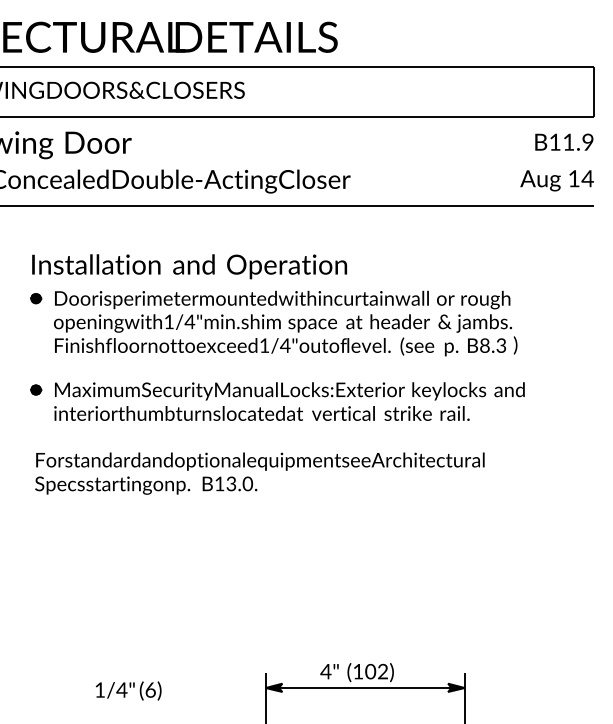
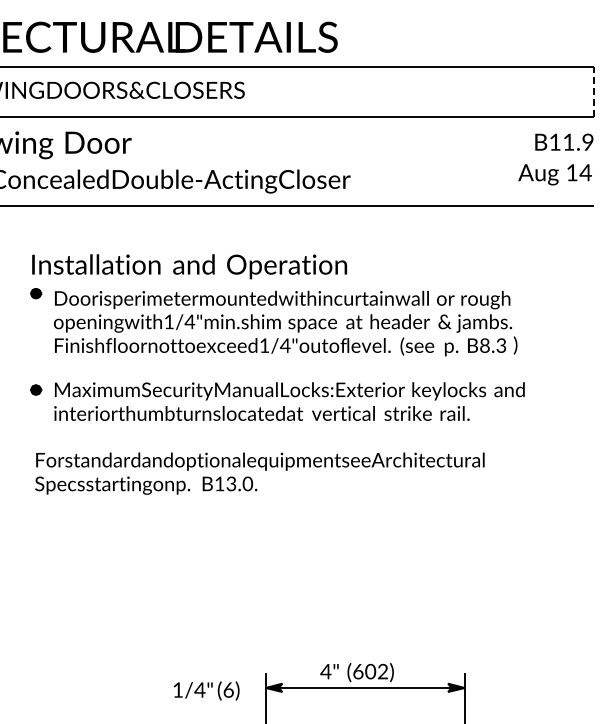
line at (594, 91): solid -> dashed
text at (556, 180) position: (556, 180) -> (554, 174)
part at (36, 298) position: (36, 298) -> (36, 293)
text at (358, 671): (102) -> (602)
text at (128, 690) position: (128, 690) -> (206, 690)
